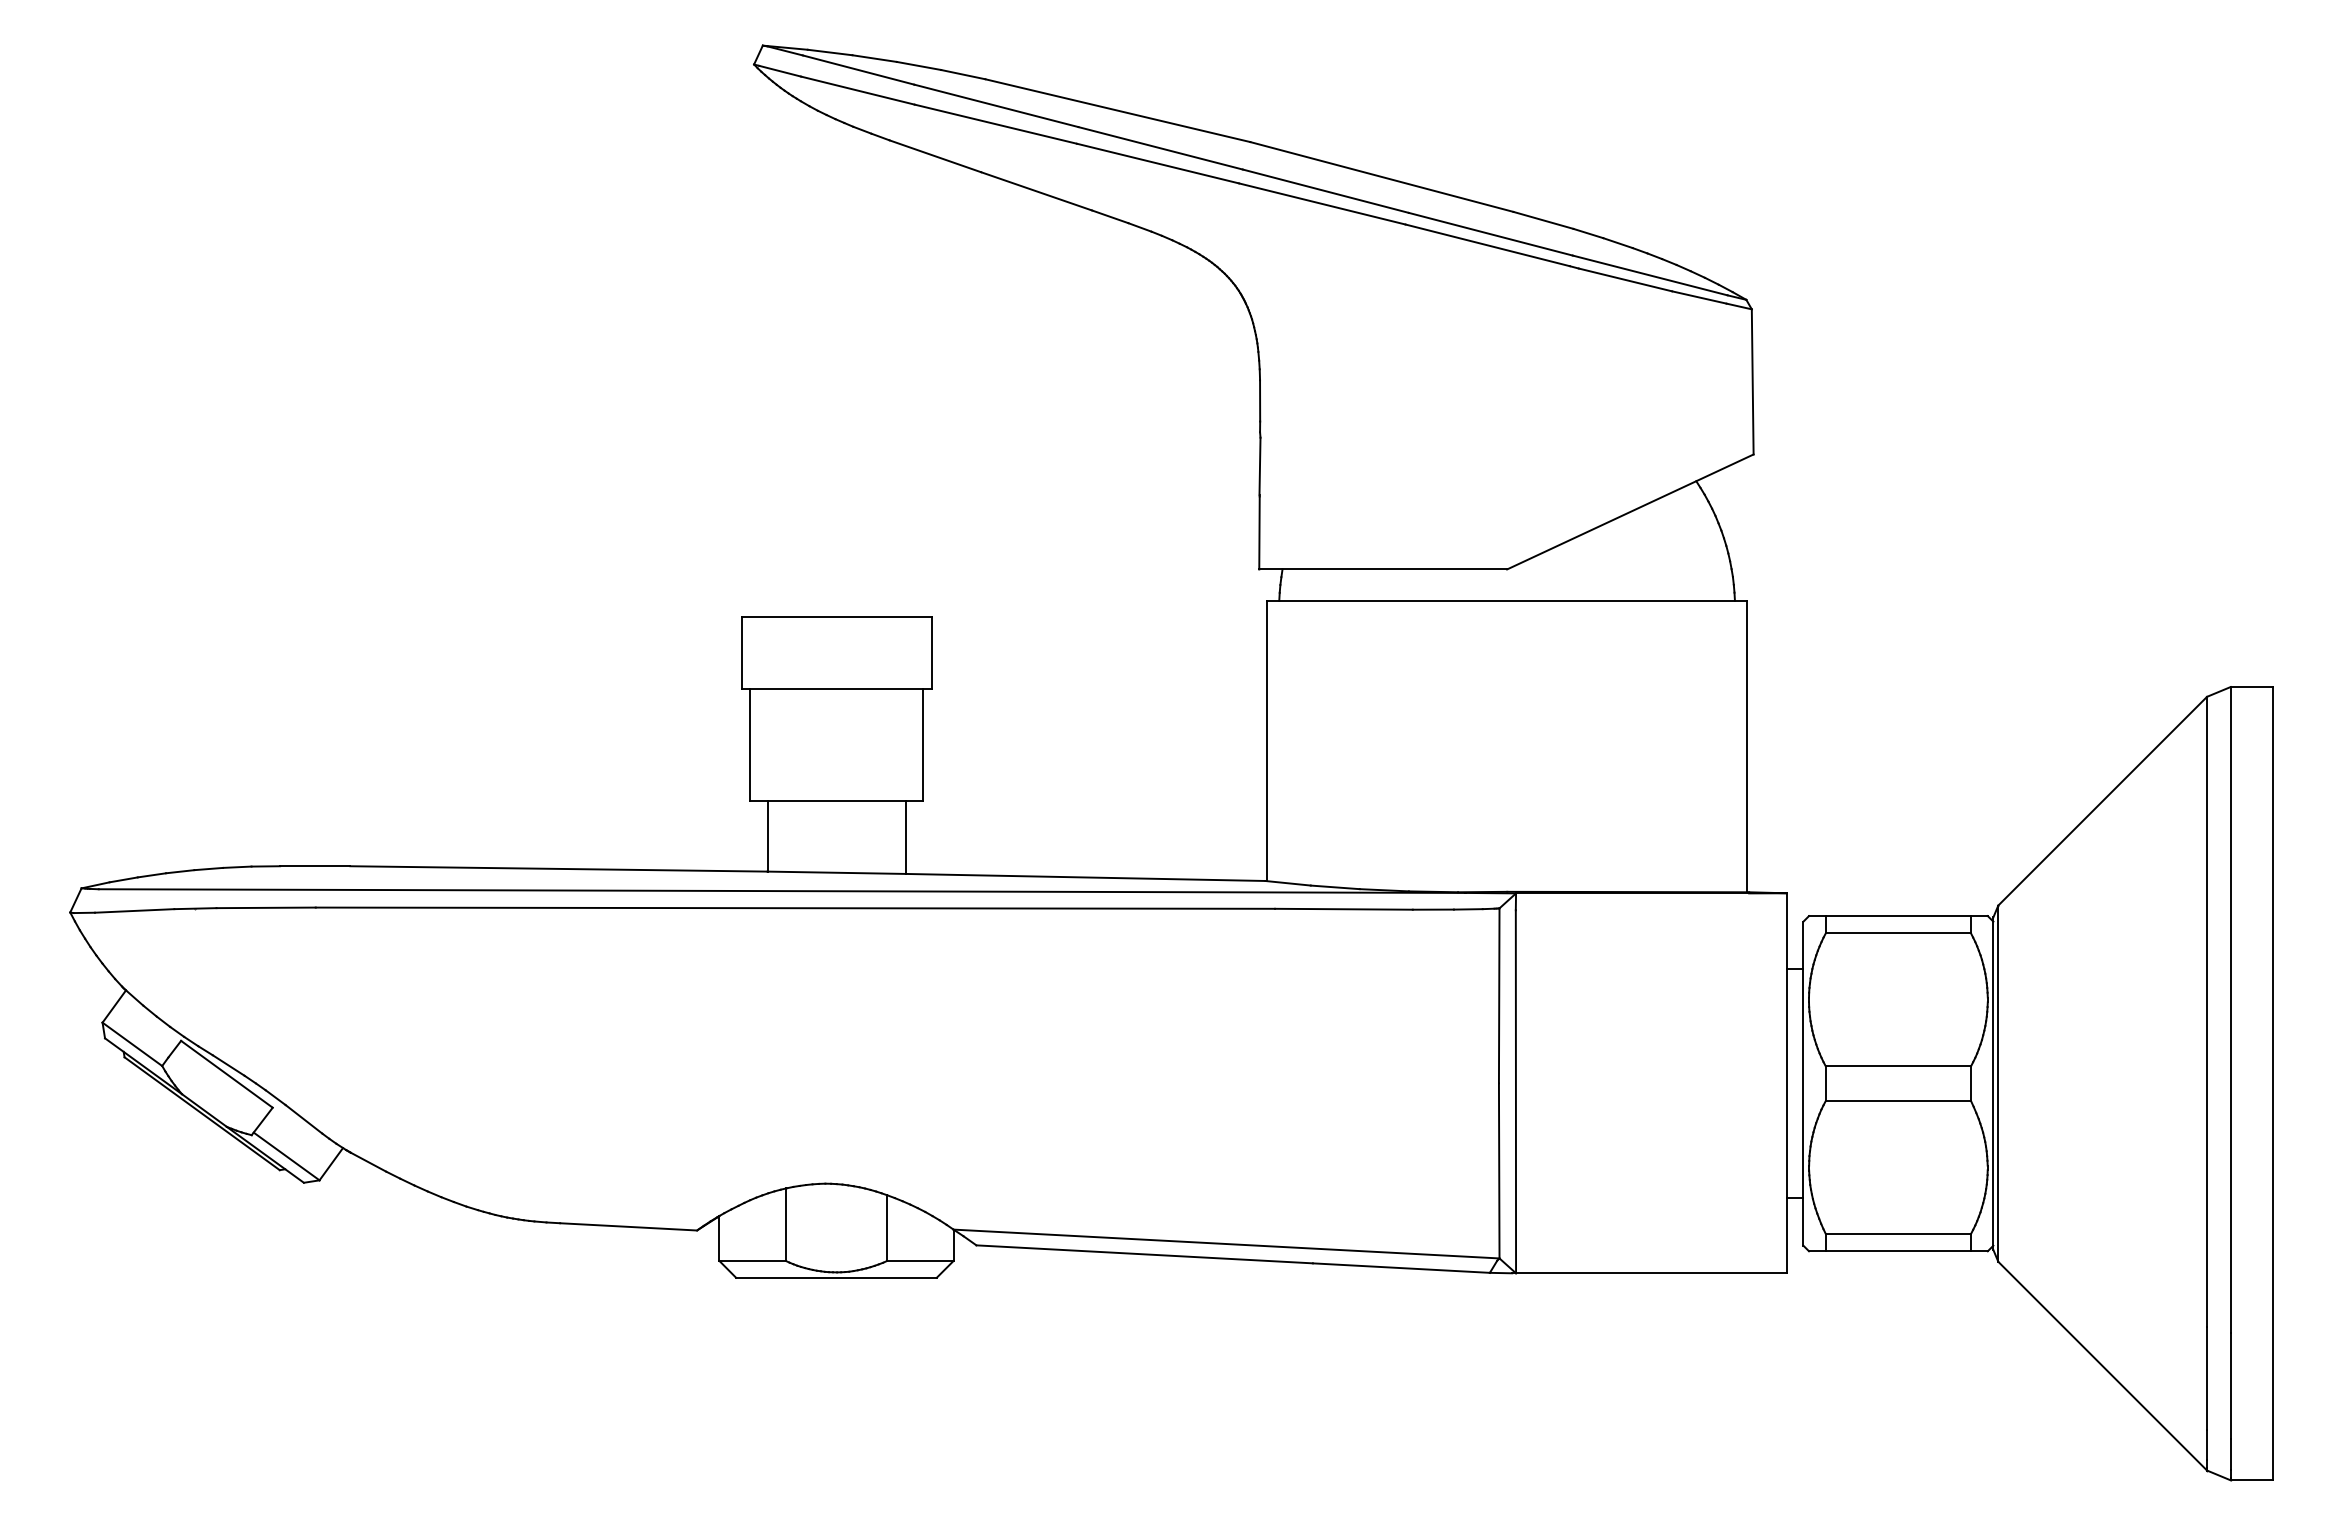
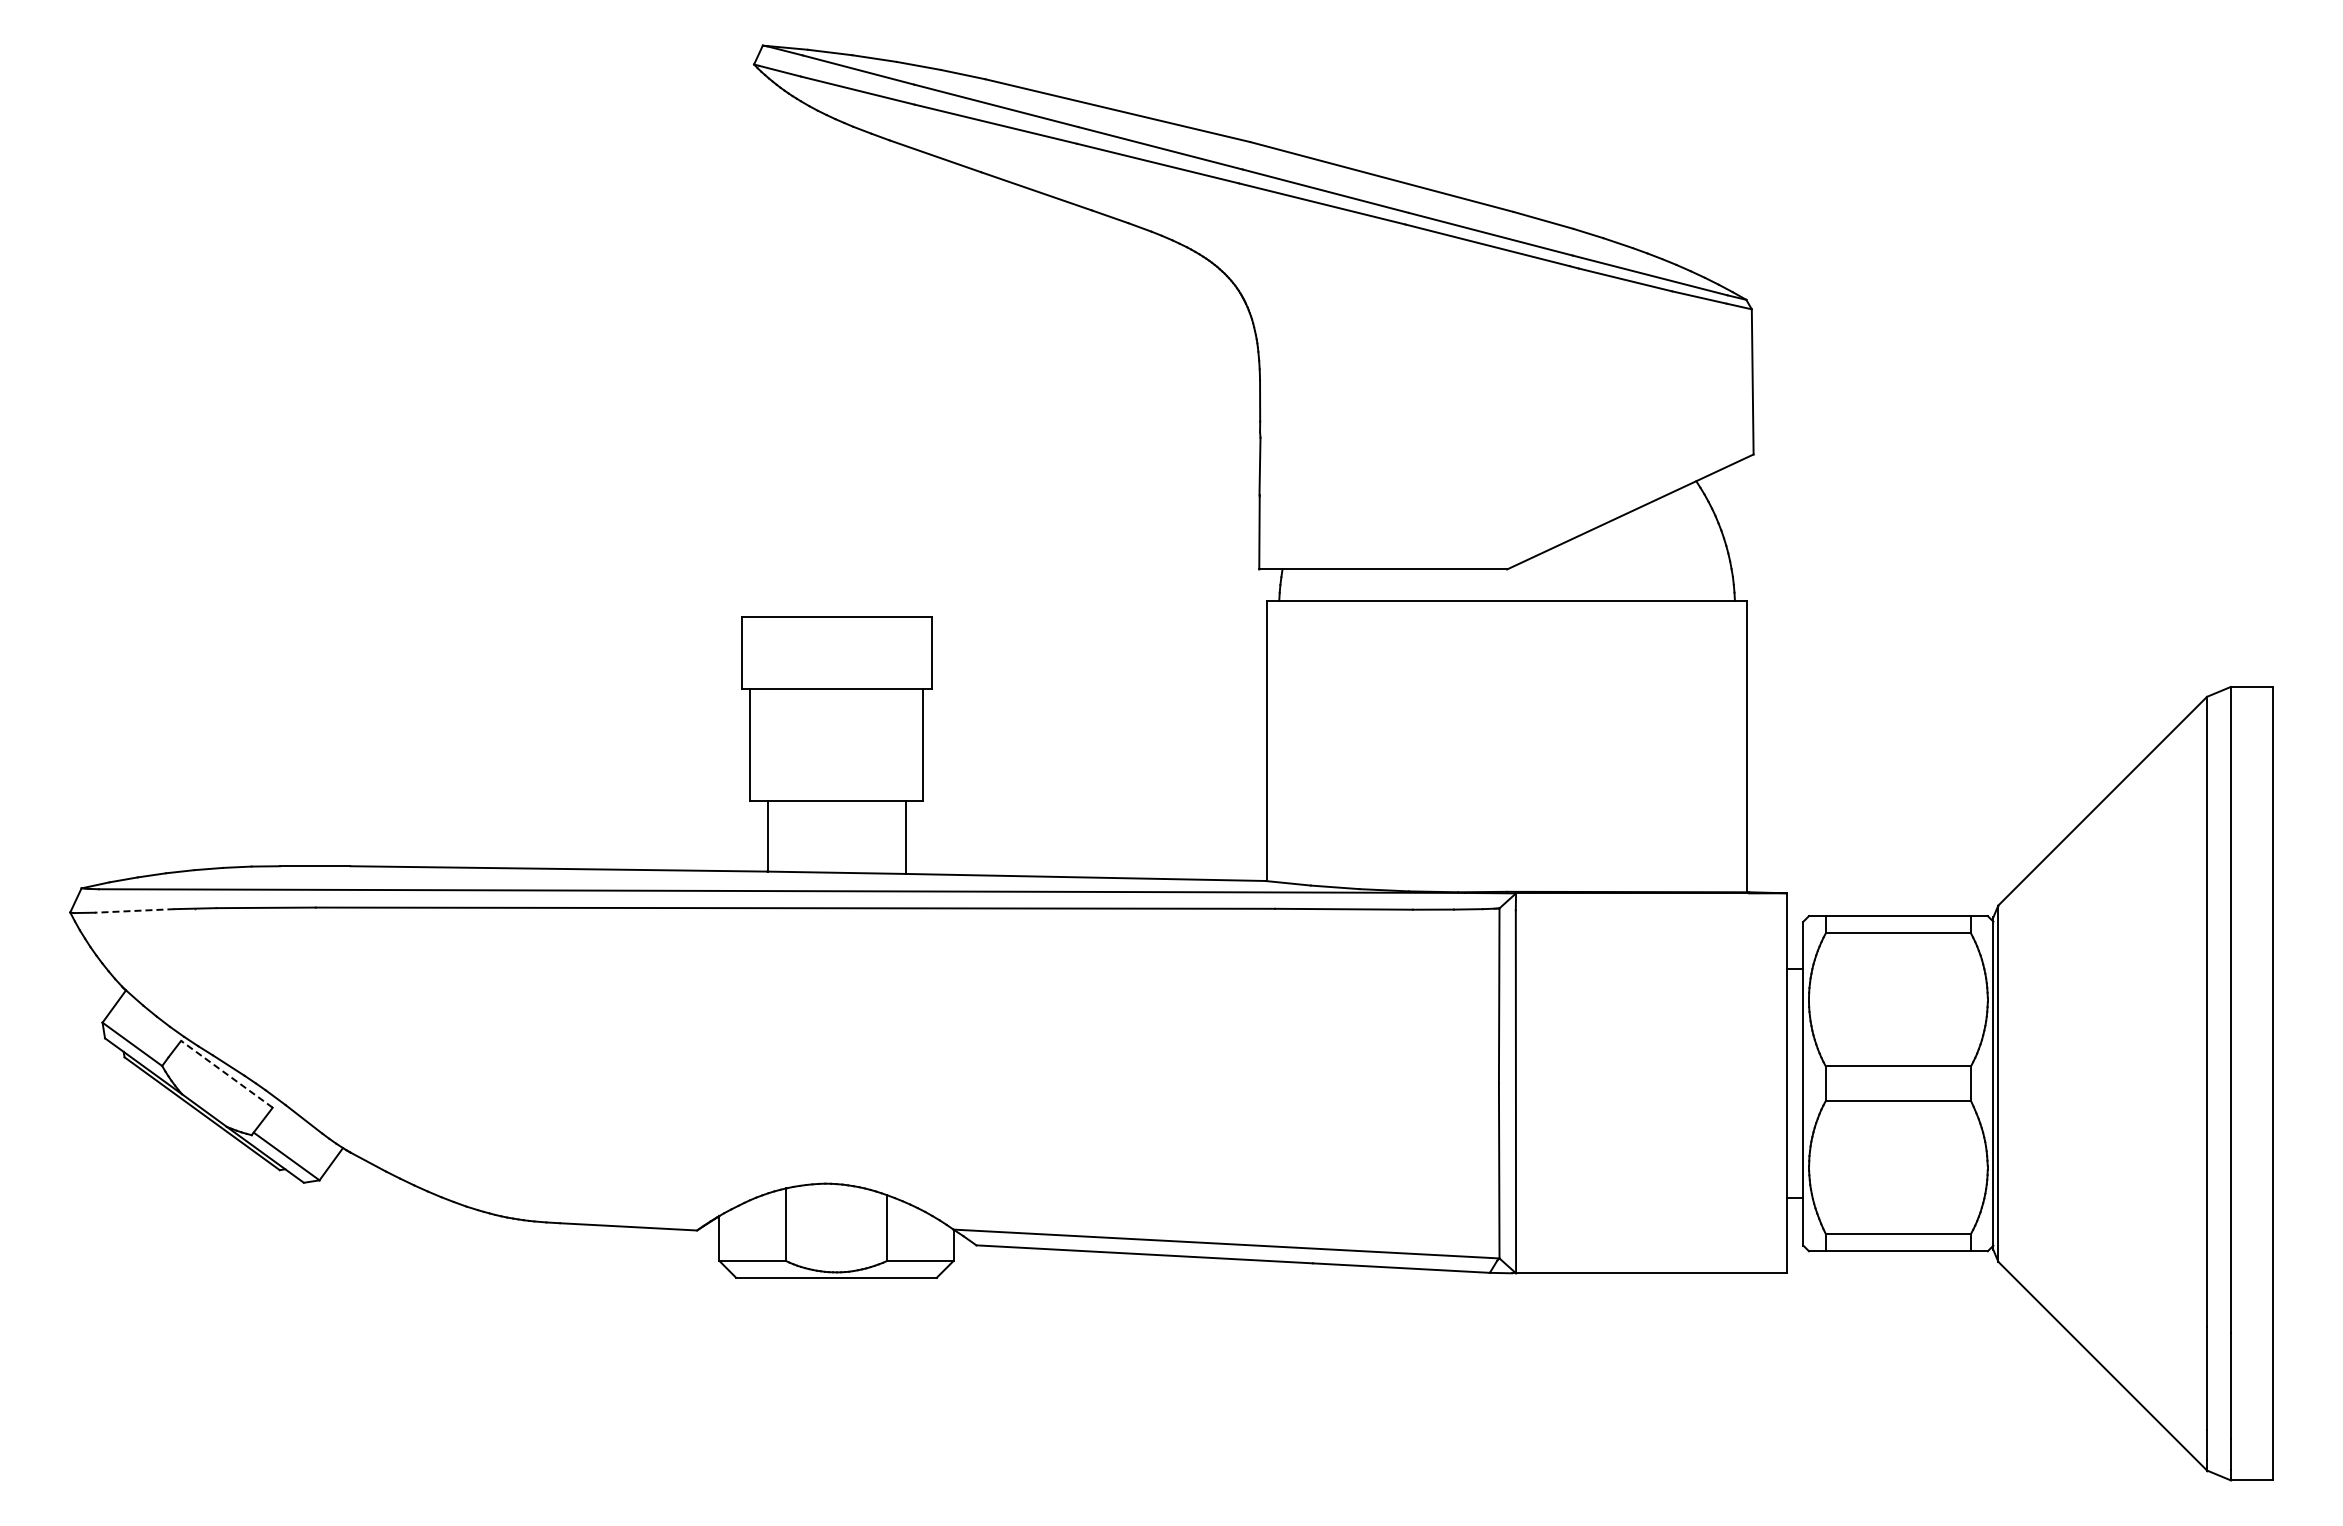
line at (134, 910): solid -> dashed
line at (226, 1074): solid -> dashed
